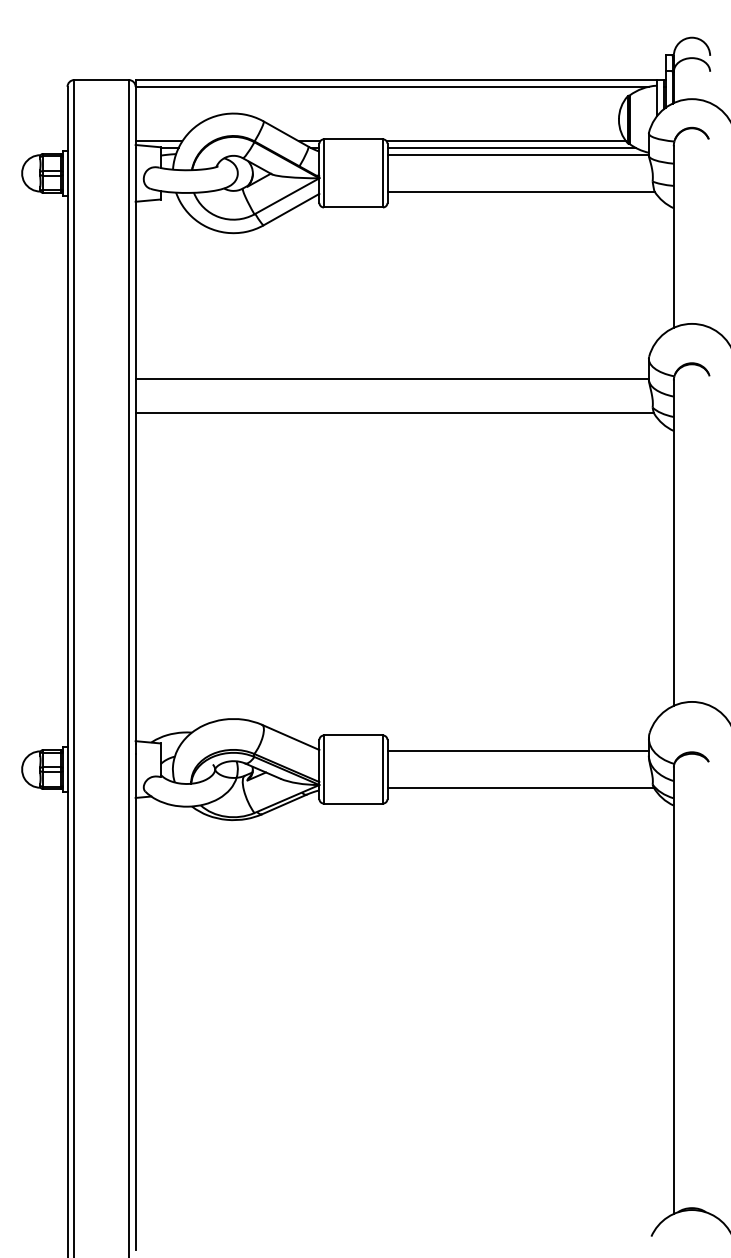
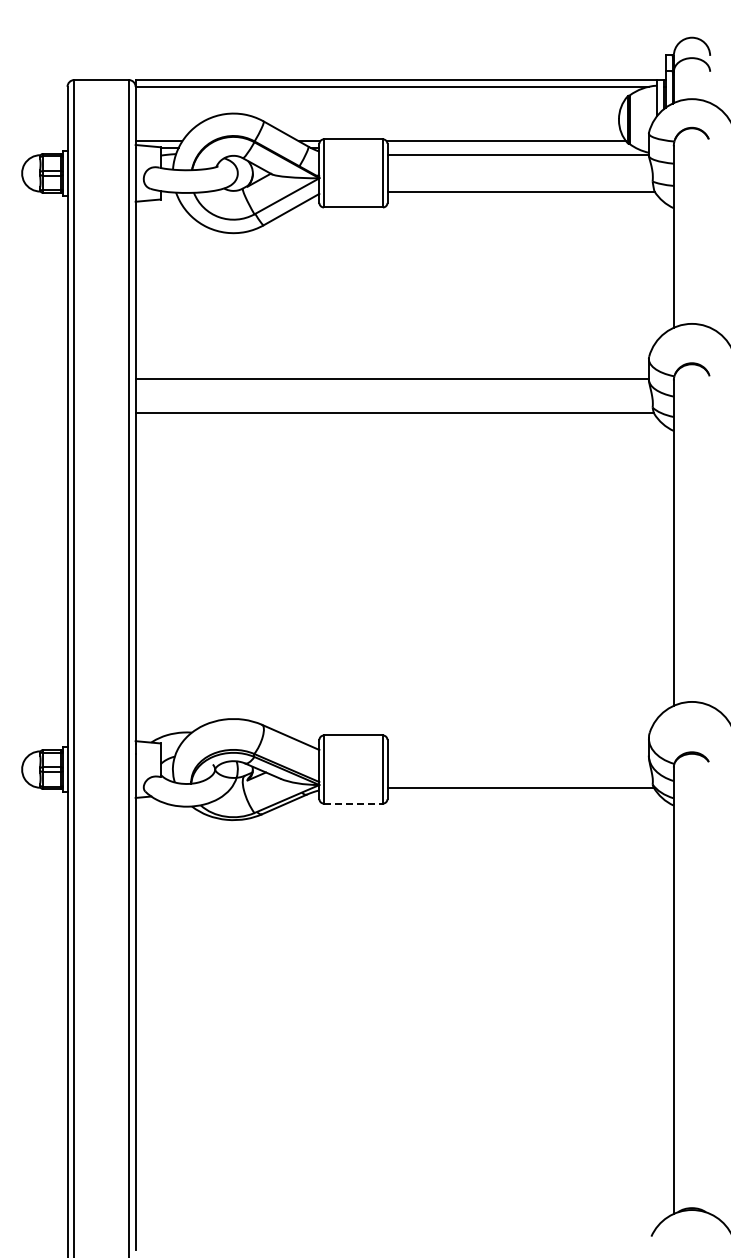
line at (511, 148): present -> none
line at (517, 751): present -> none
line at (353, 803): solid -> dashed
